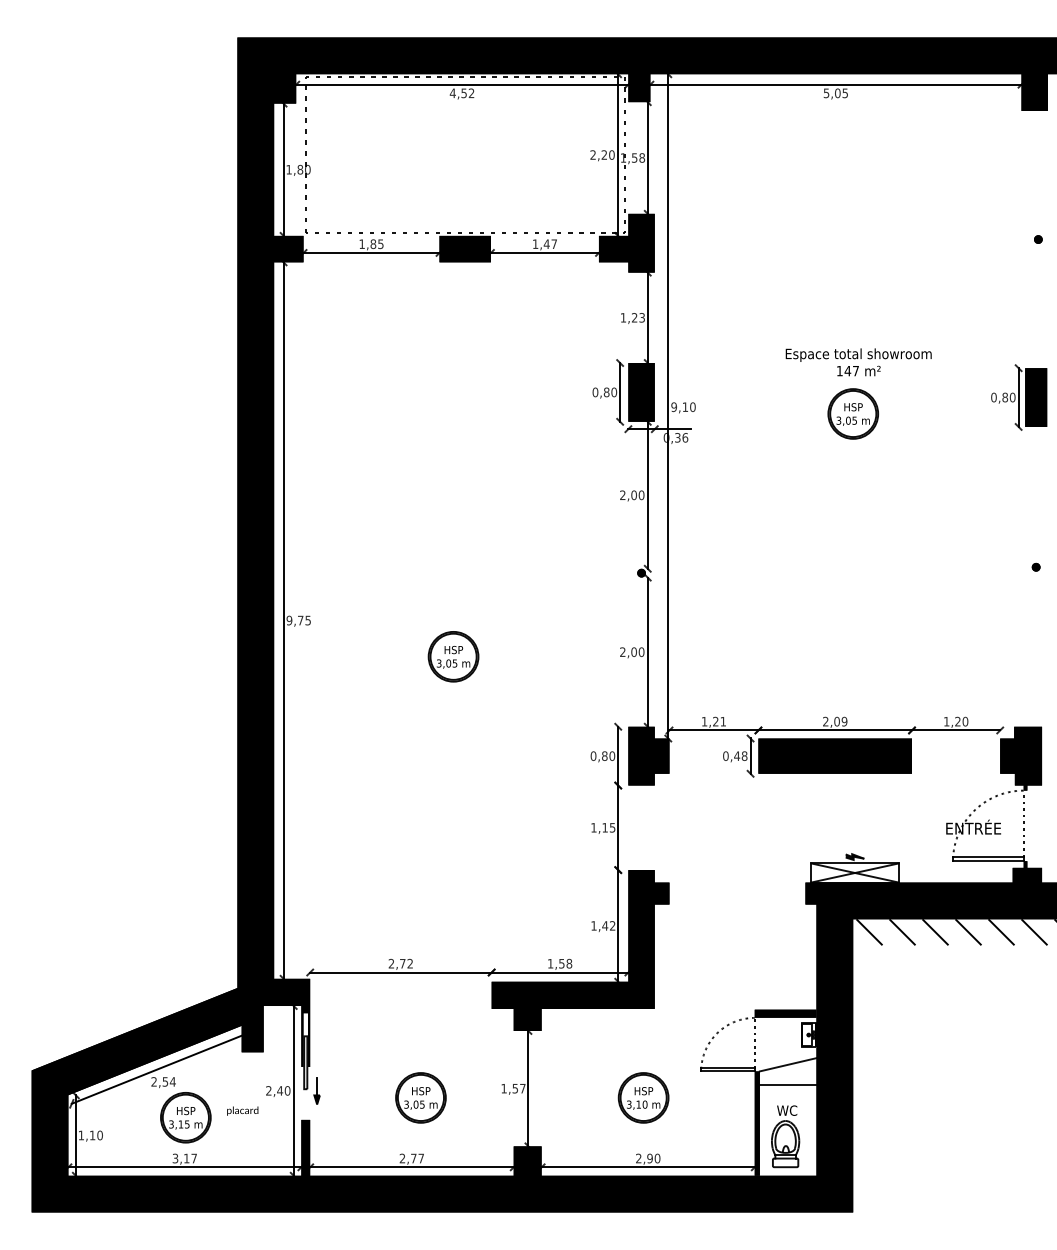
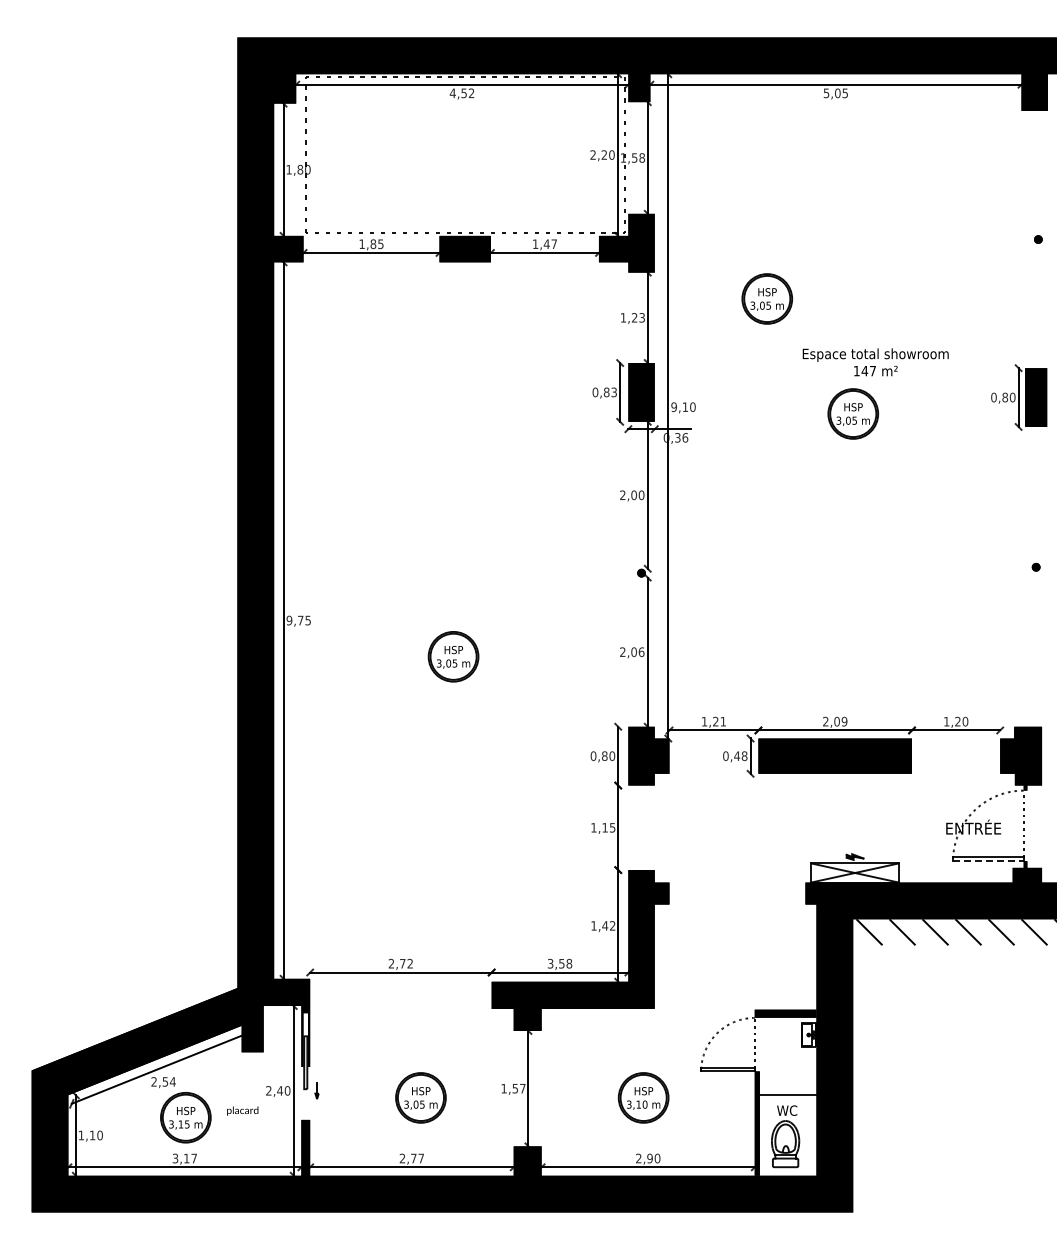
part at (766, 298): none -> present
text at (858, 362) position: (858, 362) -> (875, 362)
text at (614, 392): 0,80 -> 0,83
text at (641, 651): 2,00 -> 2,06
line at (988, 861): solid -> dashed
text at (550, 963): 1,58 -> 3,58
line at (787, 1064): present -> none
line at (787, 1084) position: (787, 1084) -> (787, 1094)
part at (316, 1090) size: 8x28 px -> 6x18 px
